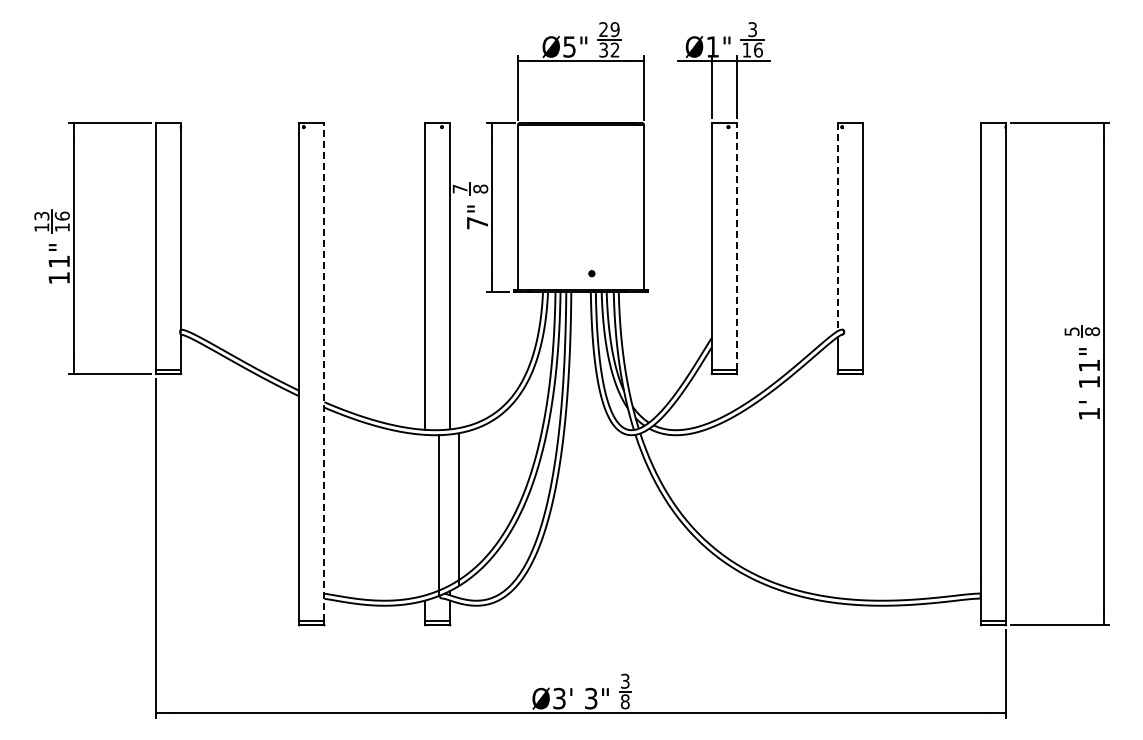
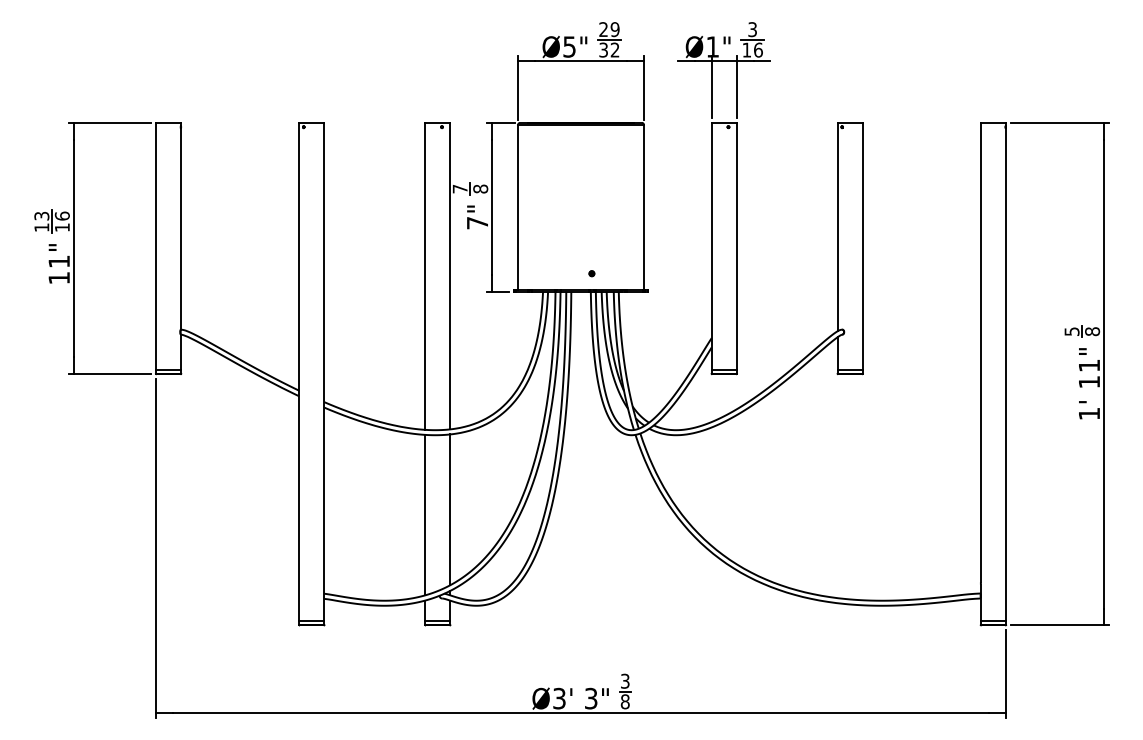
line at (837, 227): dashed -> solid
line at (736, 246): dashed -> solid
line at (324, 371): dashed -> solid
line at (459, 509) position: (459, 509) -> (450, 509)
line at (439, 514) position: (439, 514) -> (425, 514)
